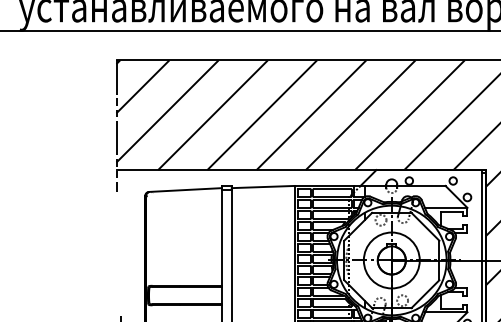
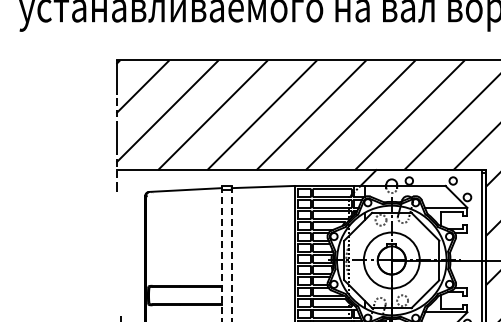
line at (249, 31): present -> none
line at (221, 253): solid -> dashed
line at (231, 253): solid -> dashed
